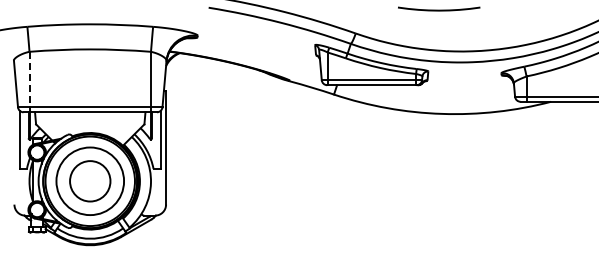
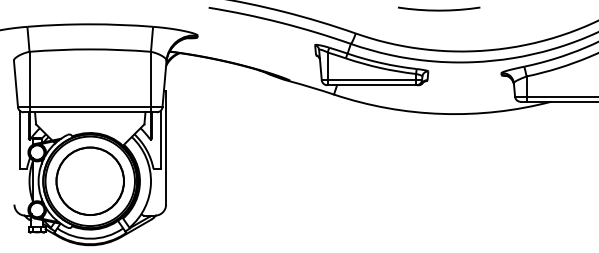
line at (29, 79): dashed -> solid
circle at (90, 181) diameter: 40 px -> 67 px
